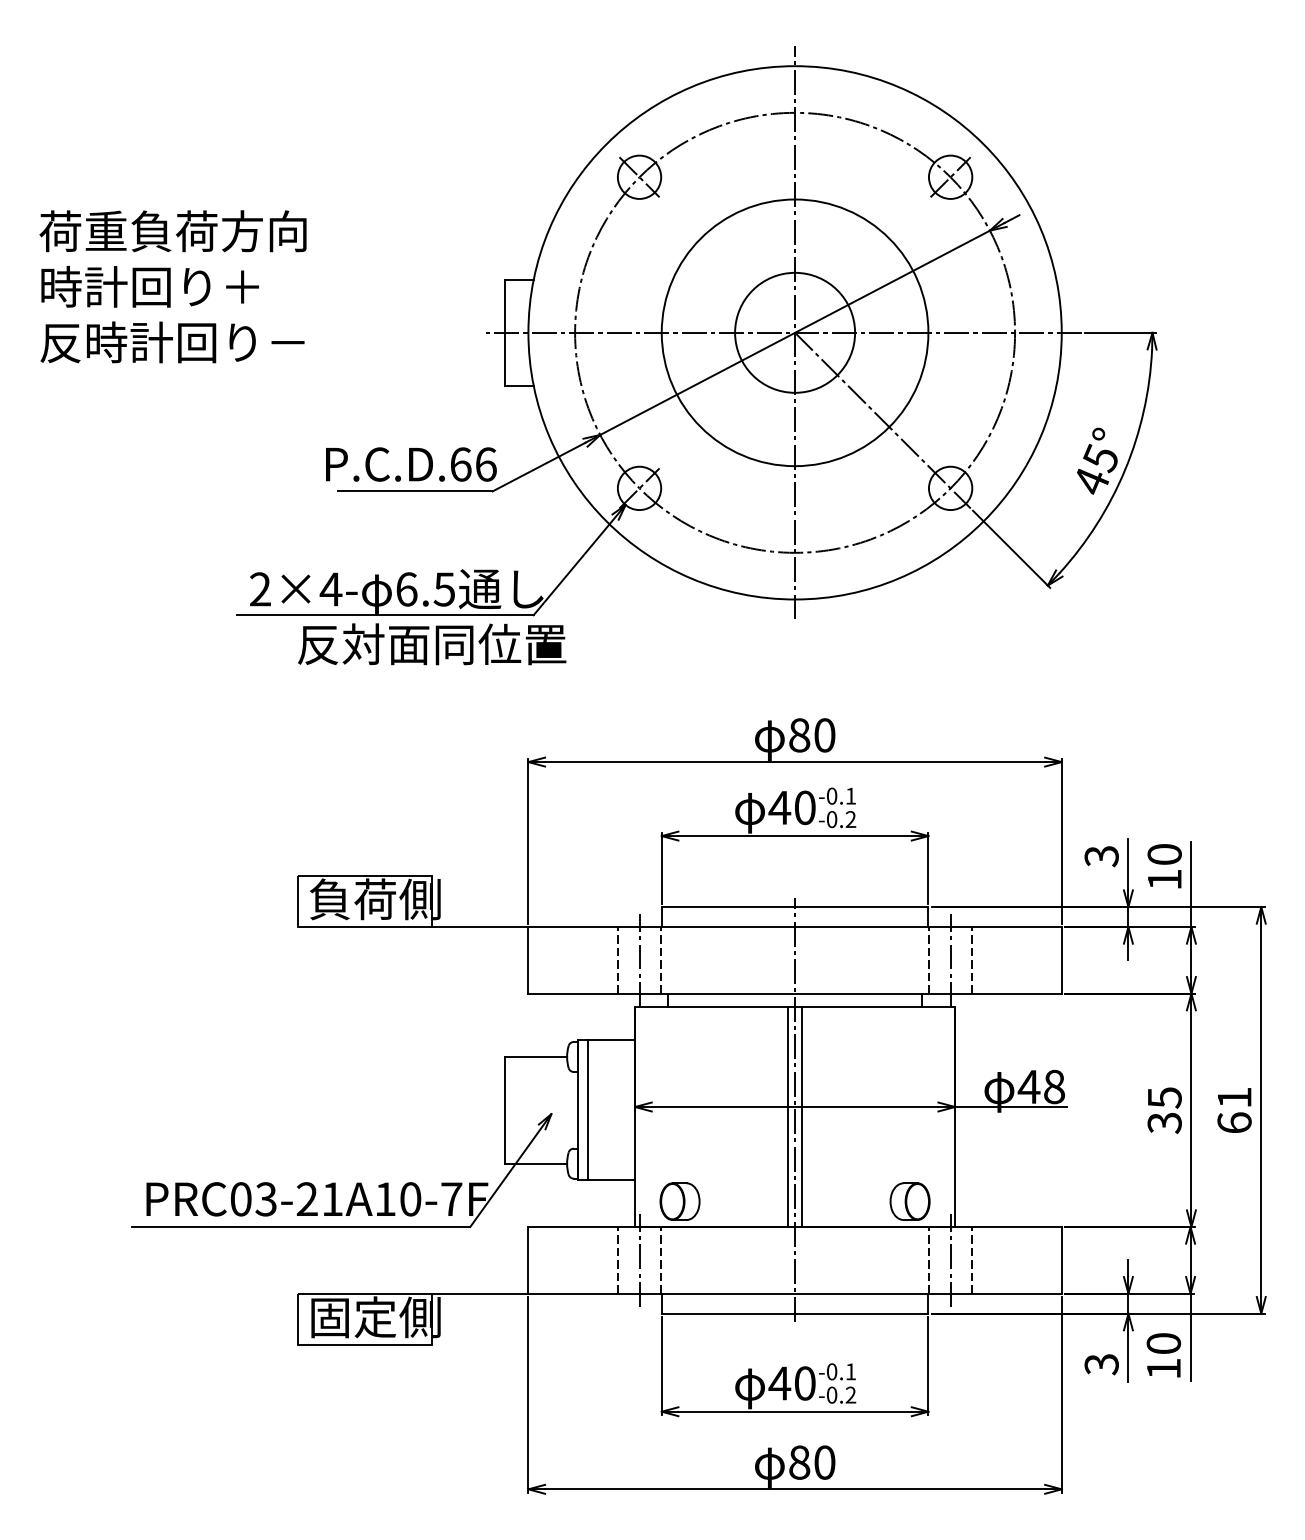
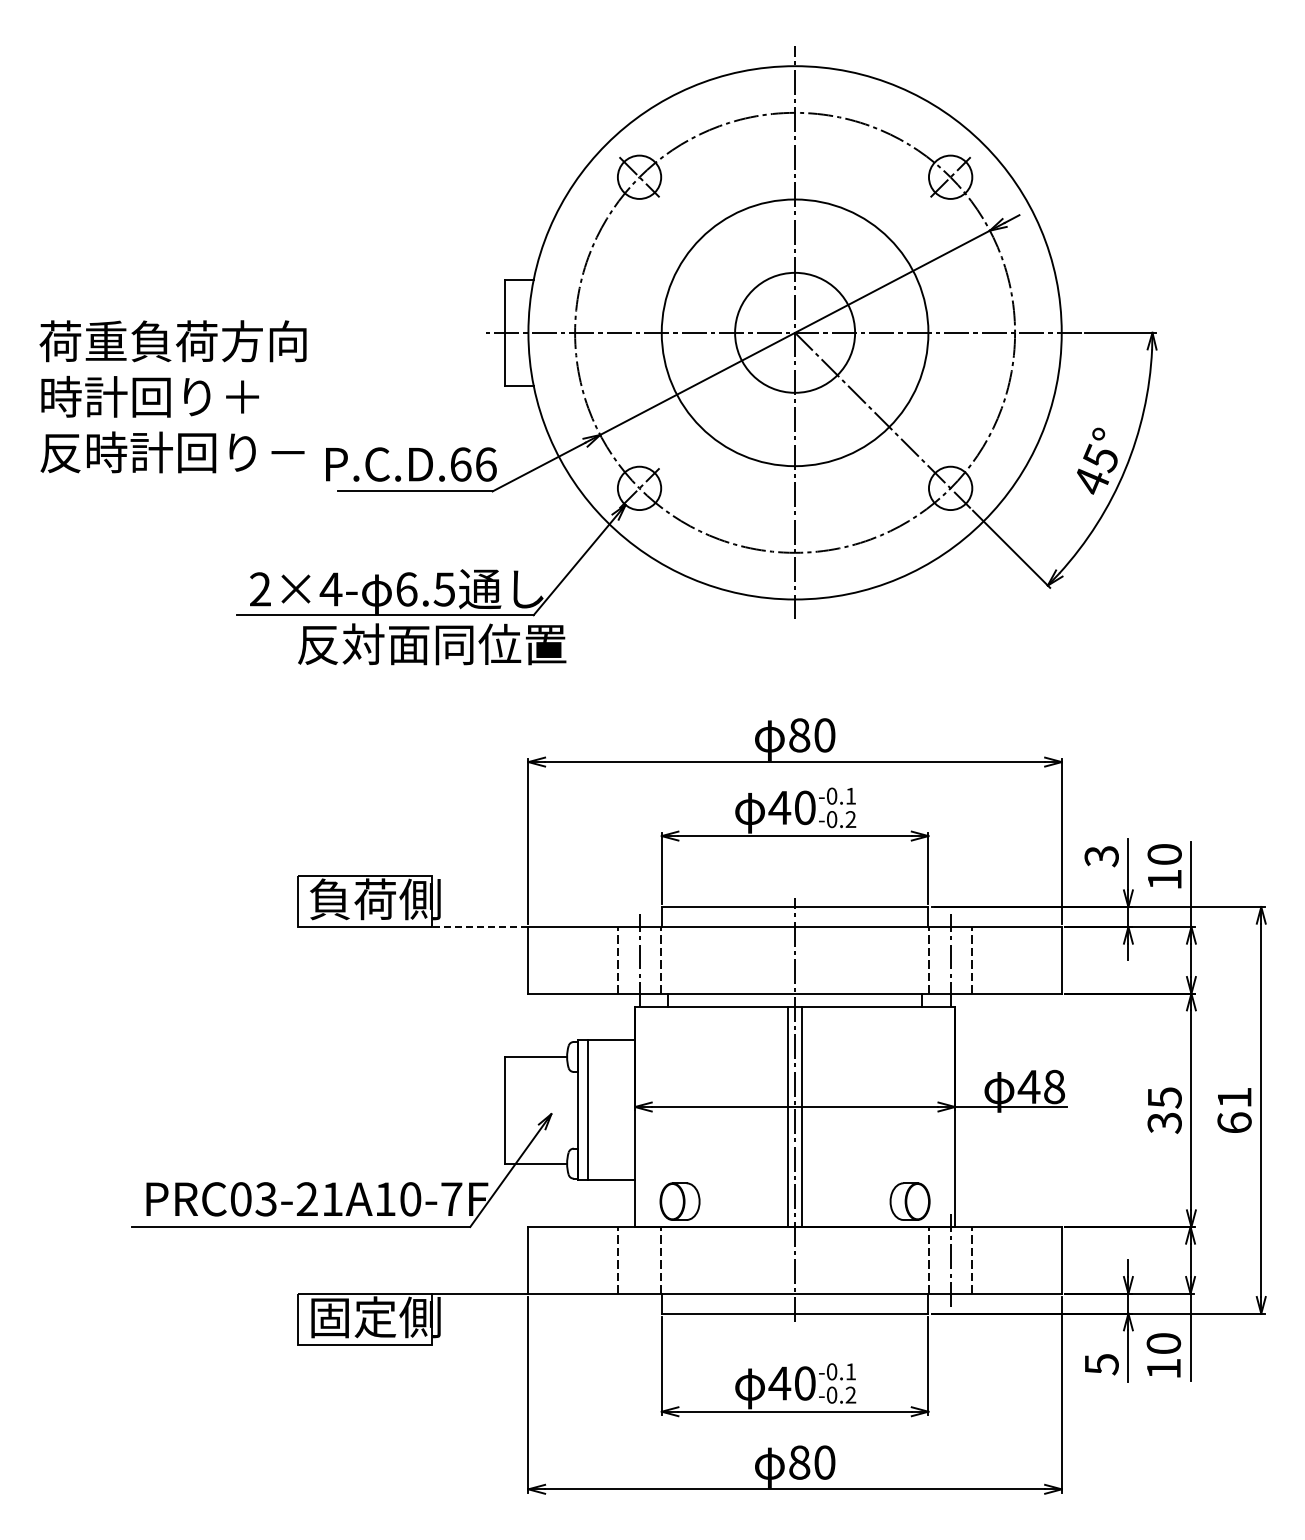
text at (172, 286) position: (172, 286) -> (172, 396)
line at (479, 927): solid -> dashed
line at (639, 1259): present -> none
text at (1100, 1364): 3 -> 5
